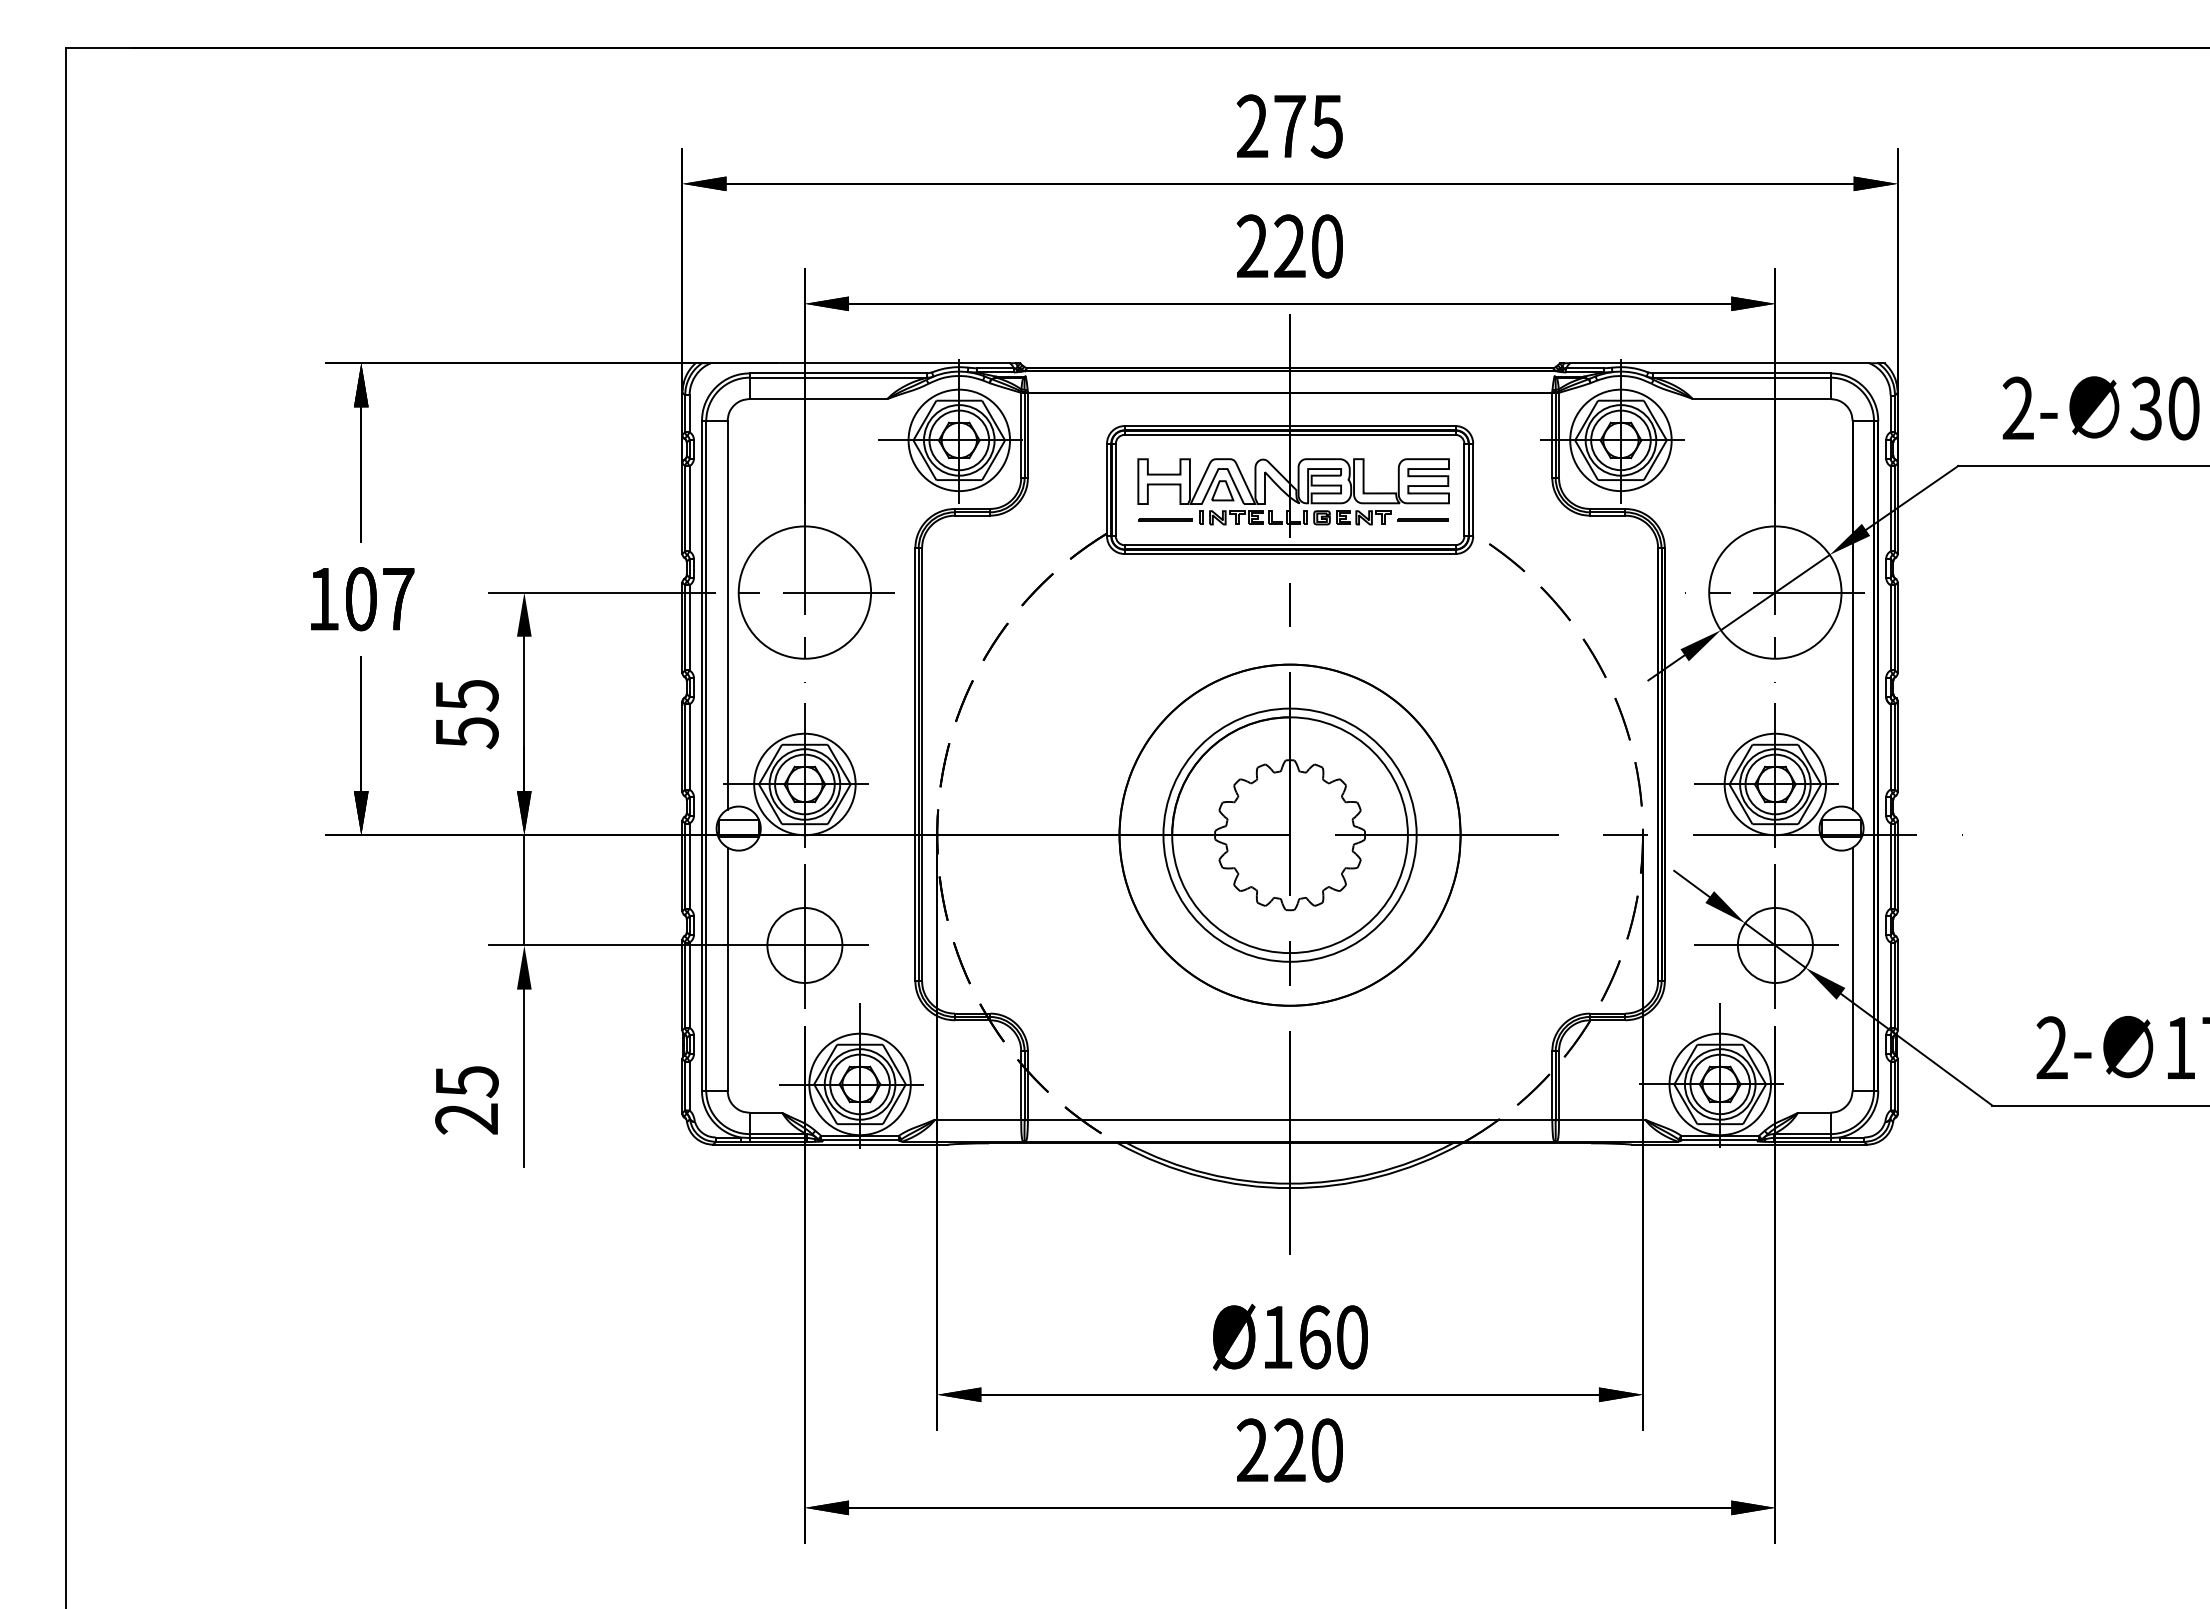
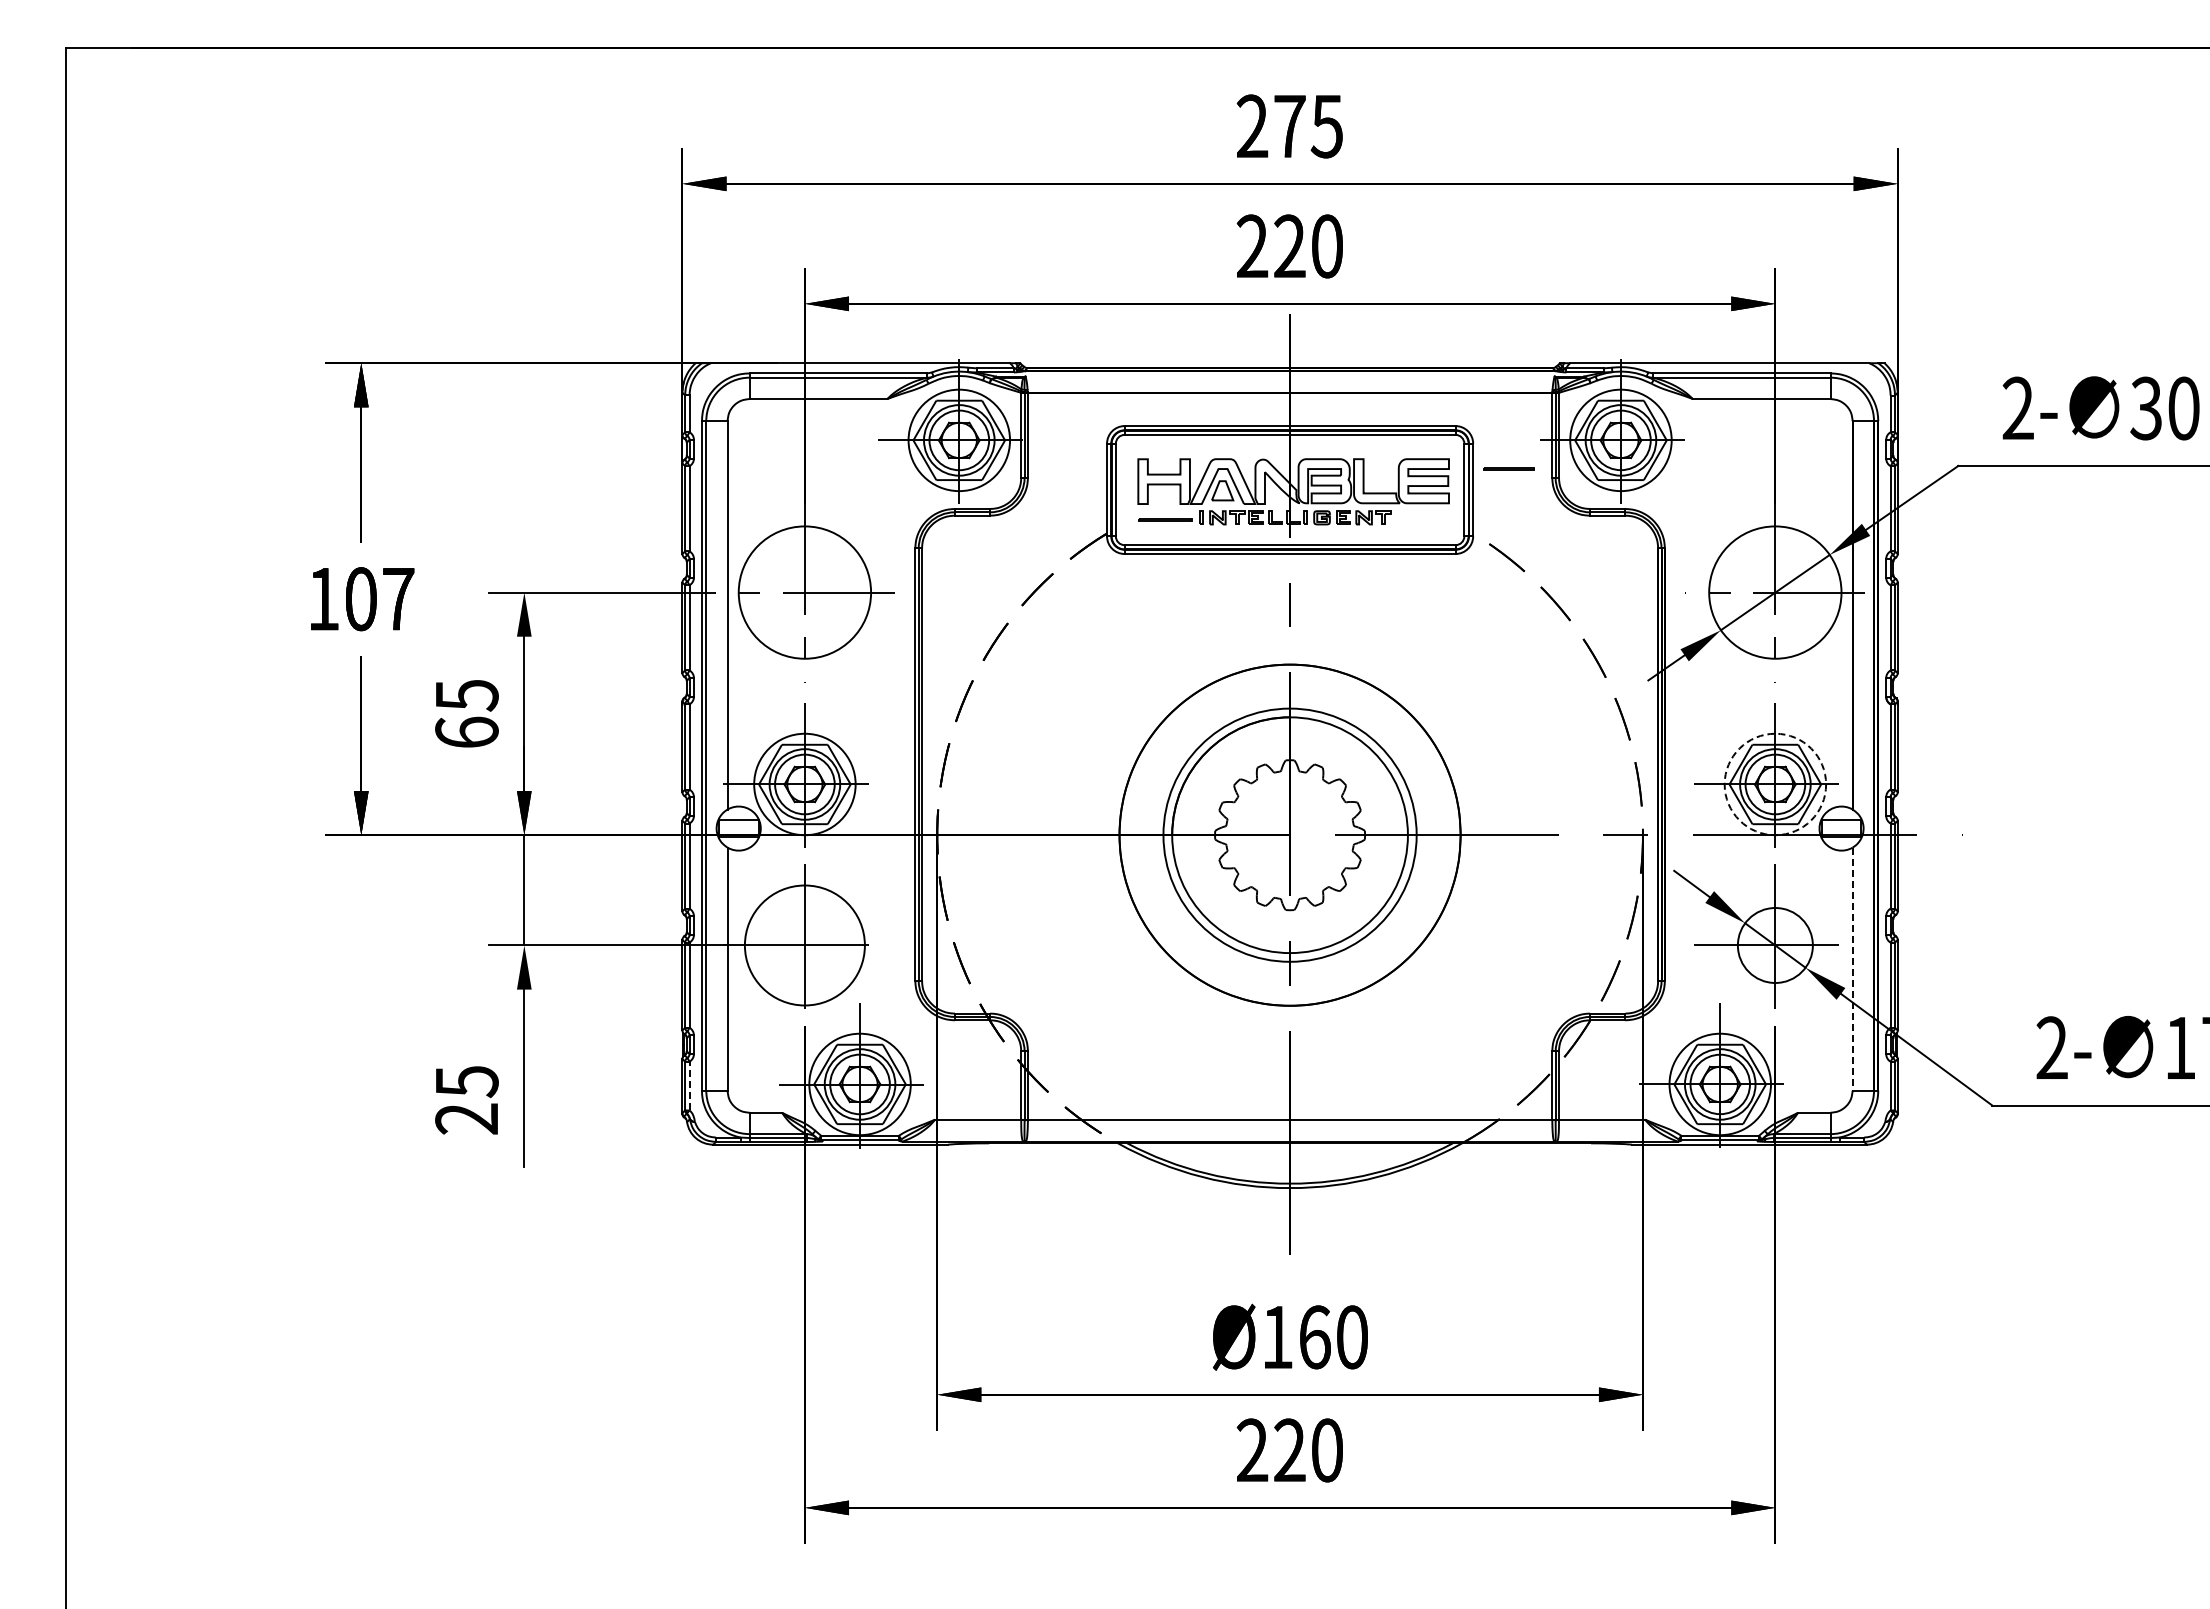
line at (1422, 519) position: (1422, 519) -> (1508, 468)
text at (466, 732): 55 -> 65
circle at (1775, 784): solid -> dashed
circle at (804, 945) diameter: 75 px -> 120 px
line at (1852, 969): solid -> dashed
line at (689, 1085): solid -> dashed
